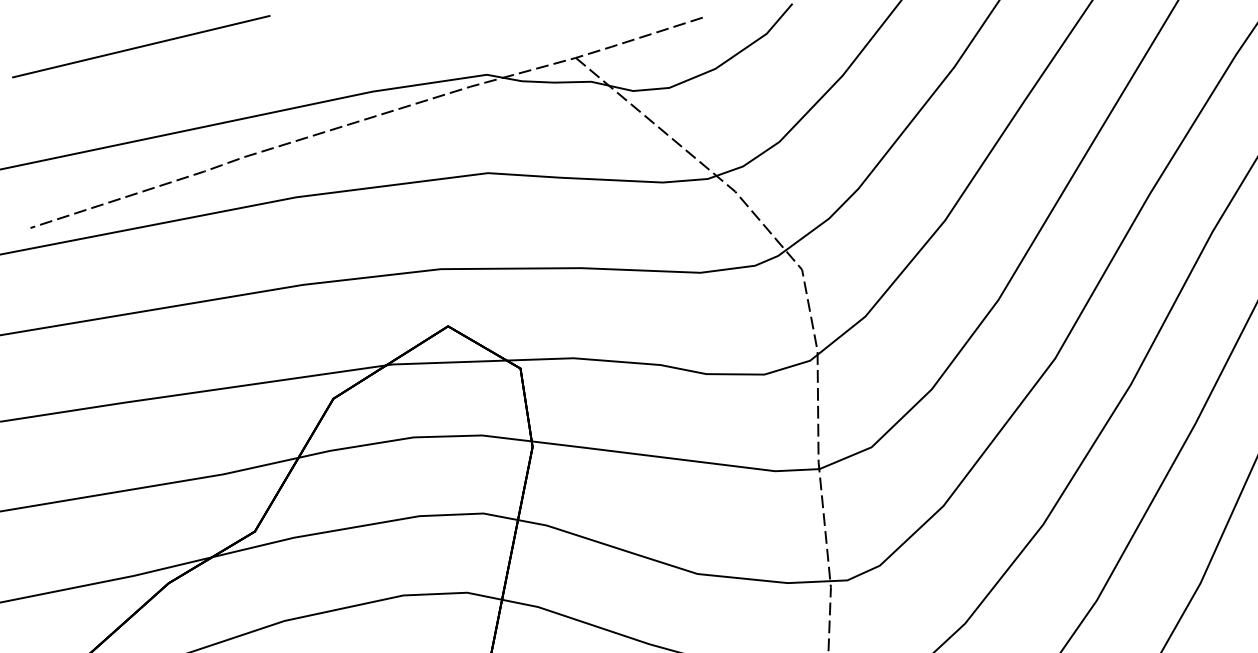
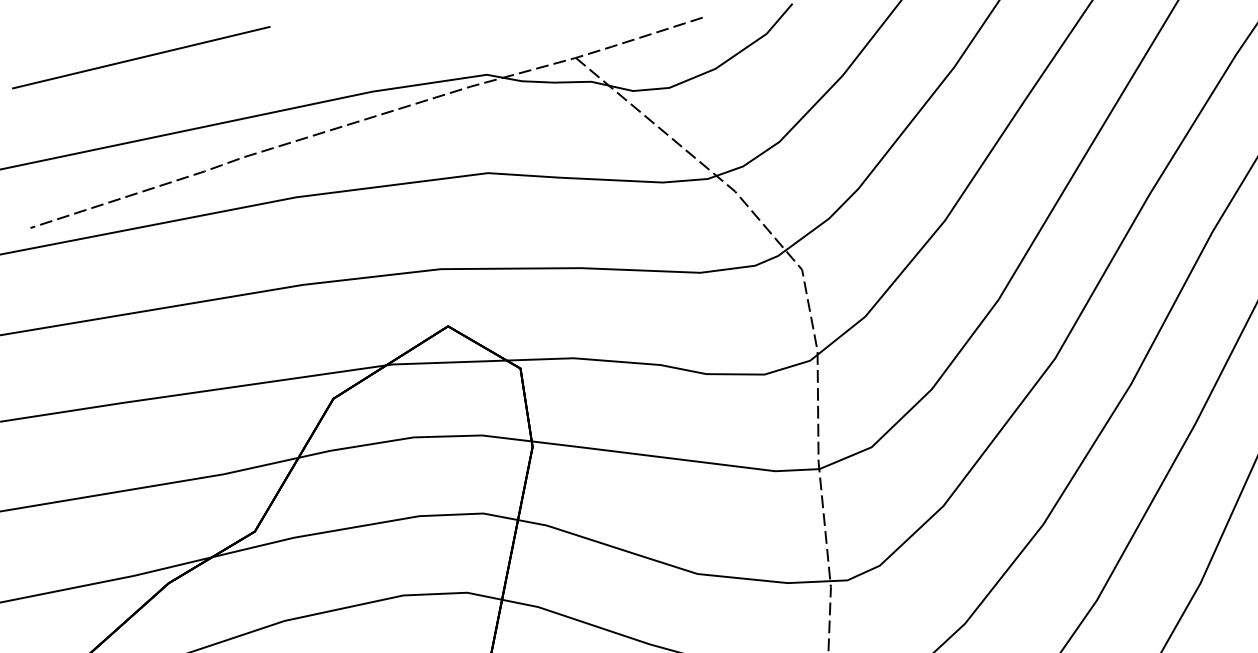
line at (141, 46) position: (141, 46) -> (141, 57)
